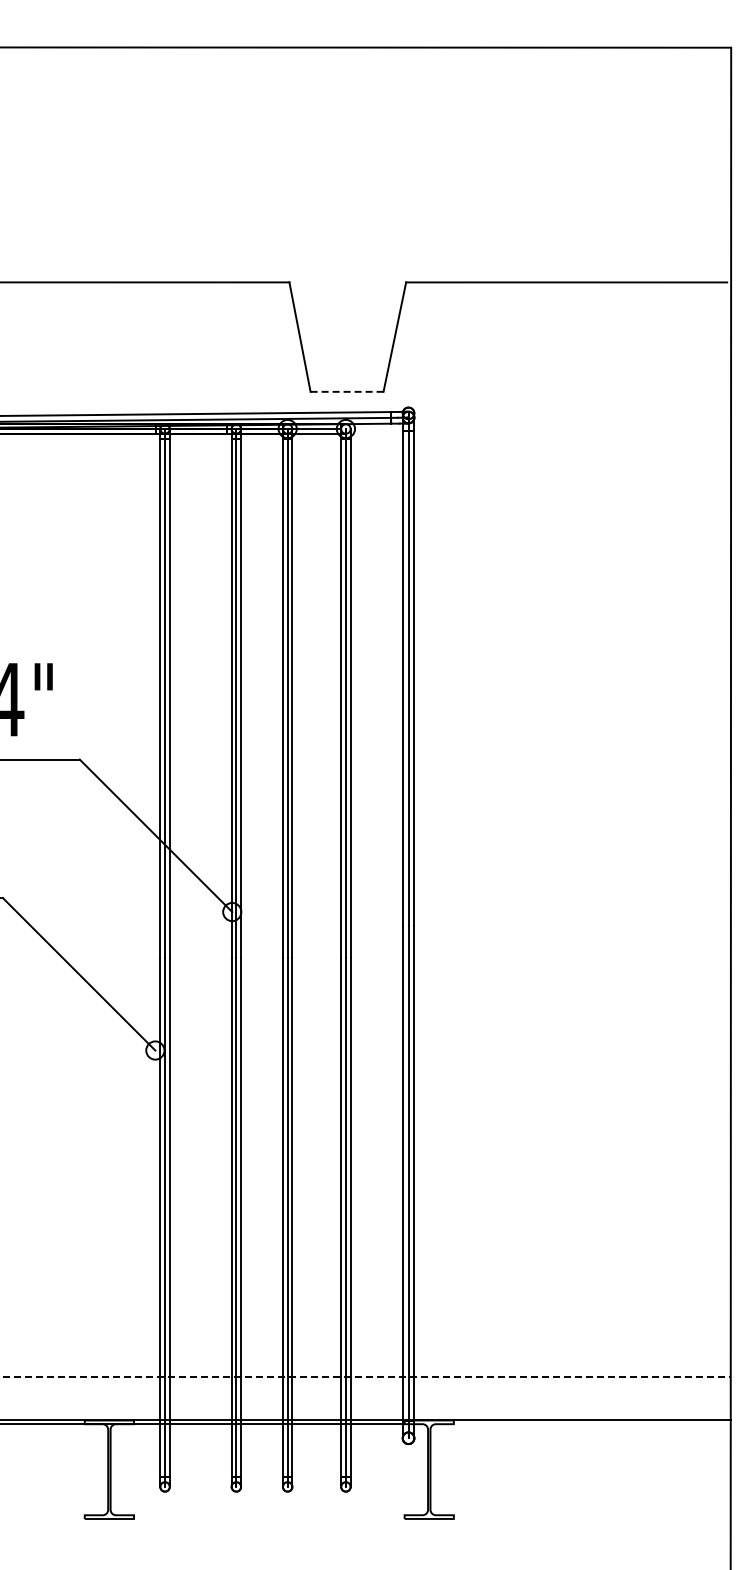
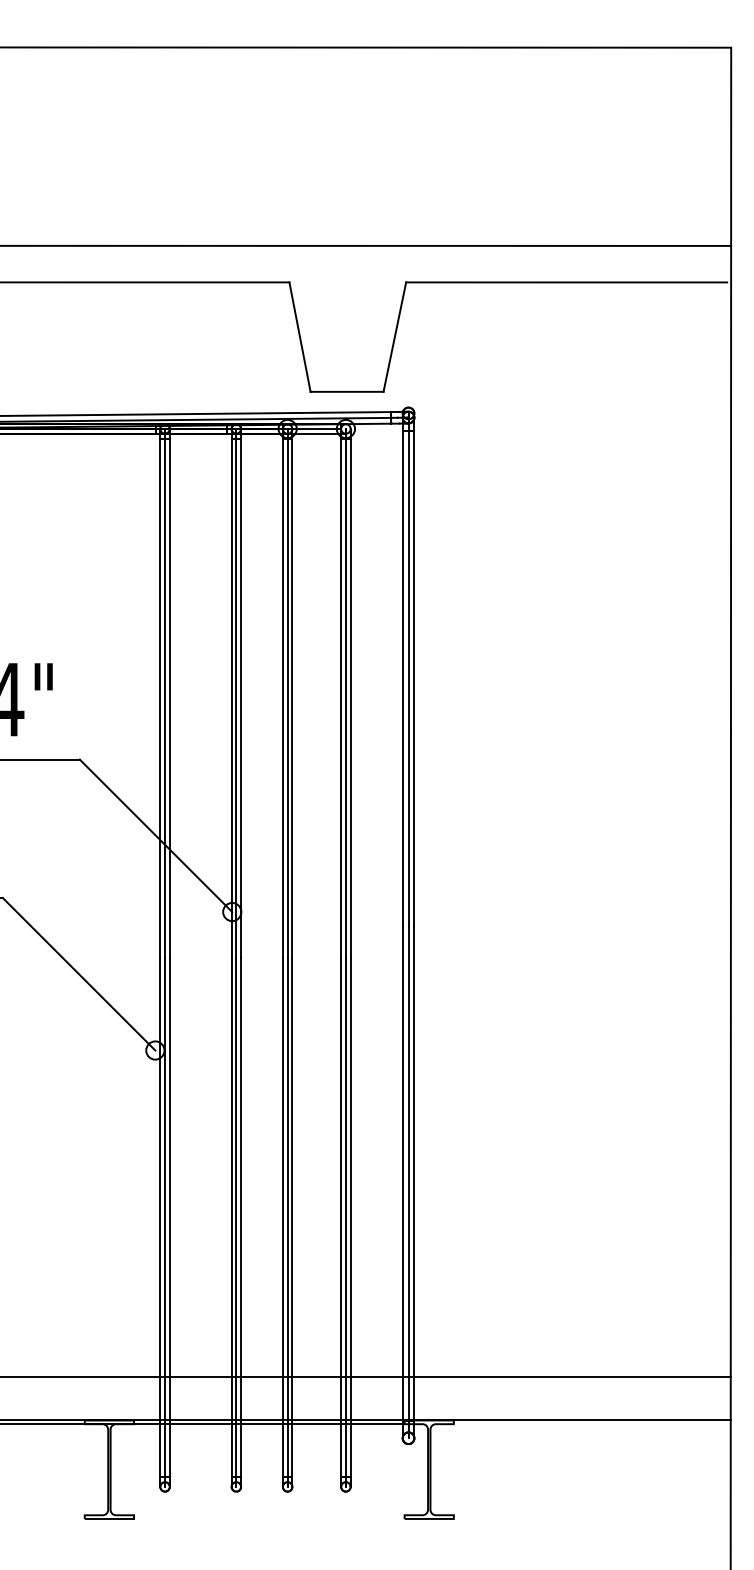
line at (366, 245): none -> present
line at (347, 391): dashed -> solid
line at (365, 1376): dashed -> solid
